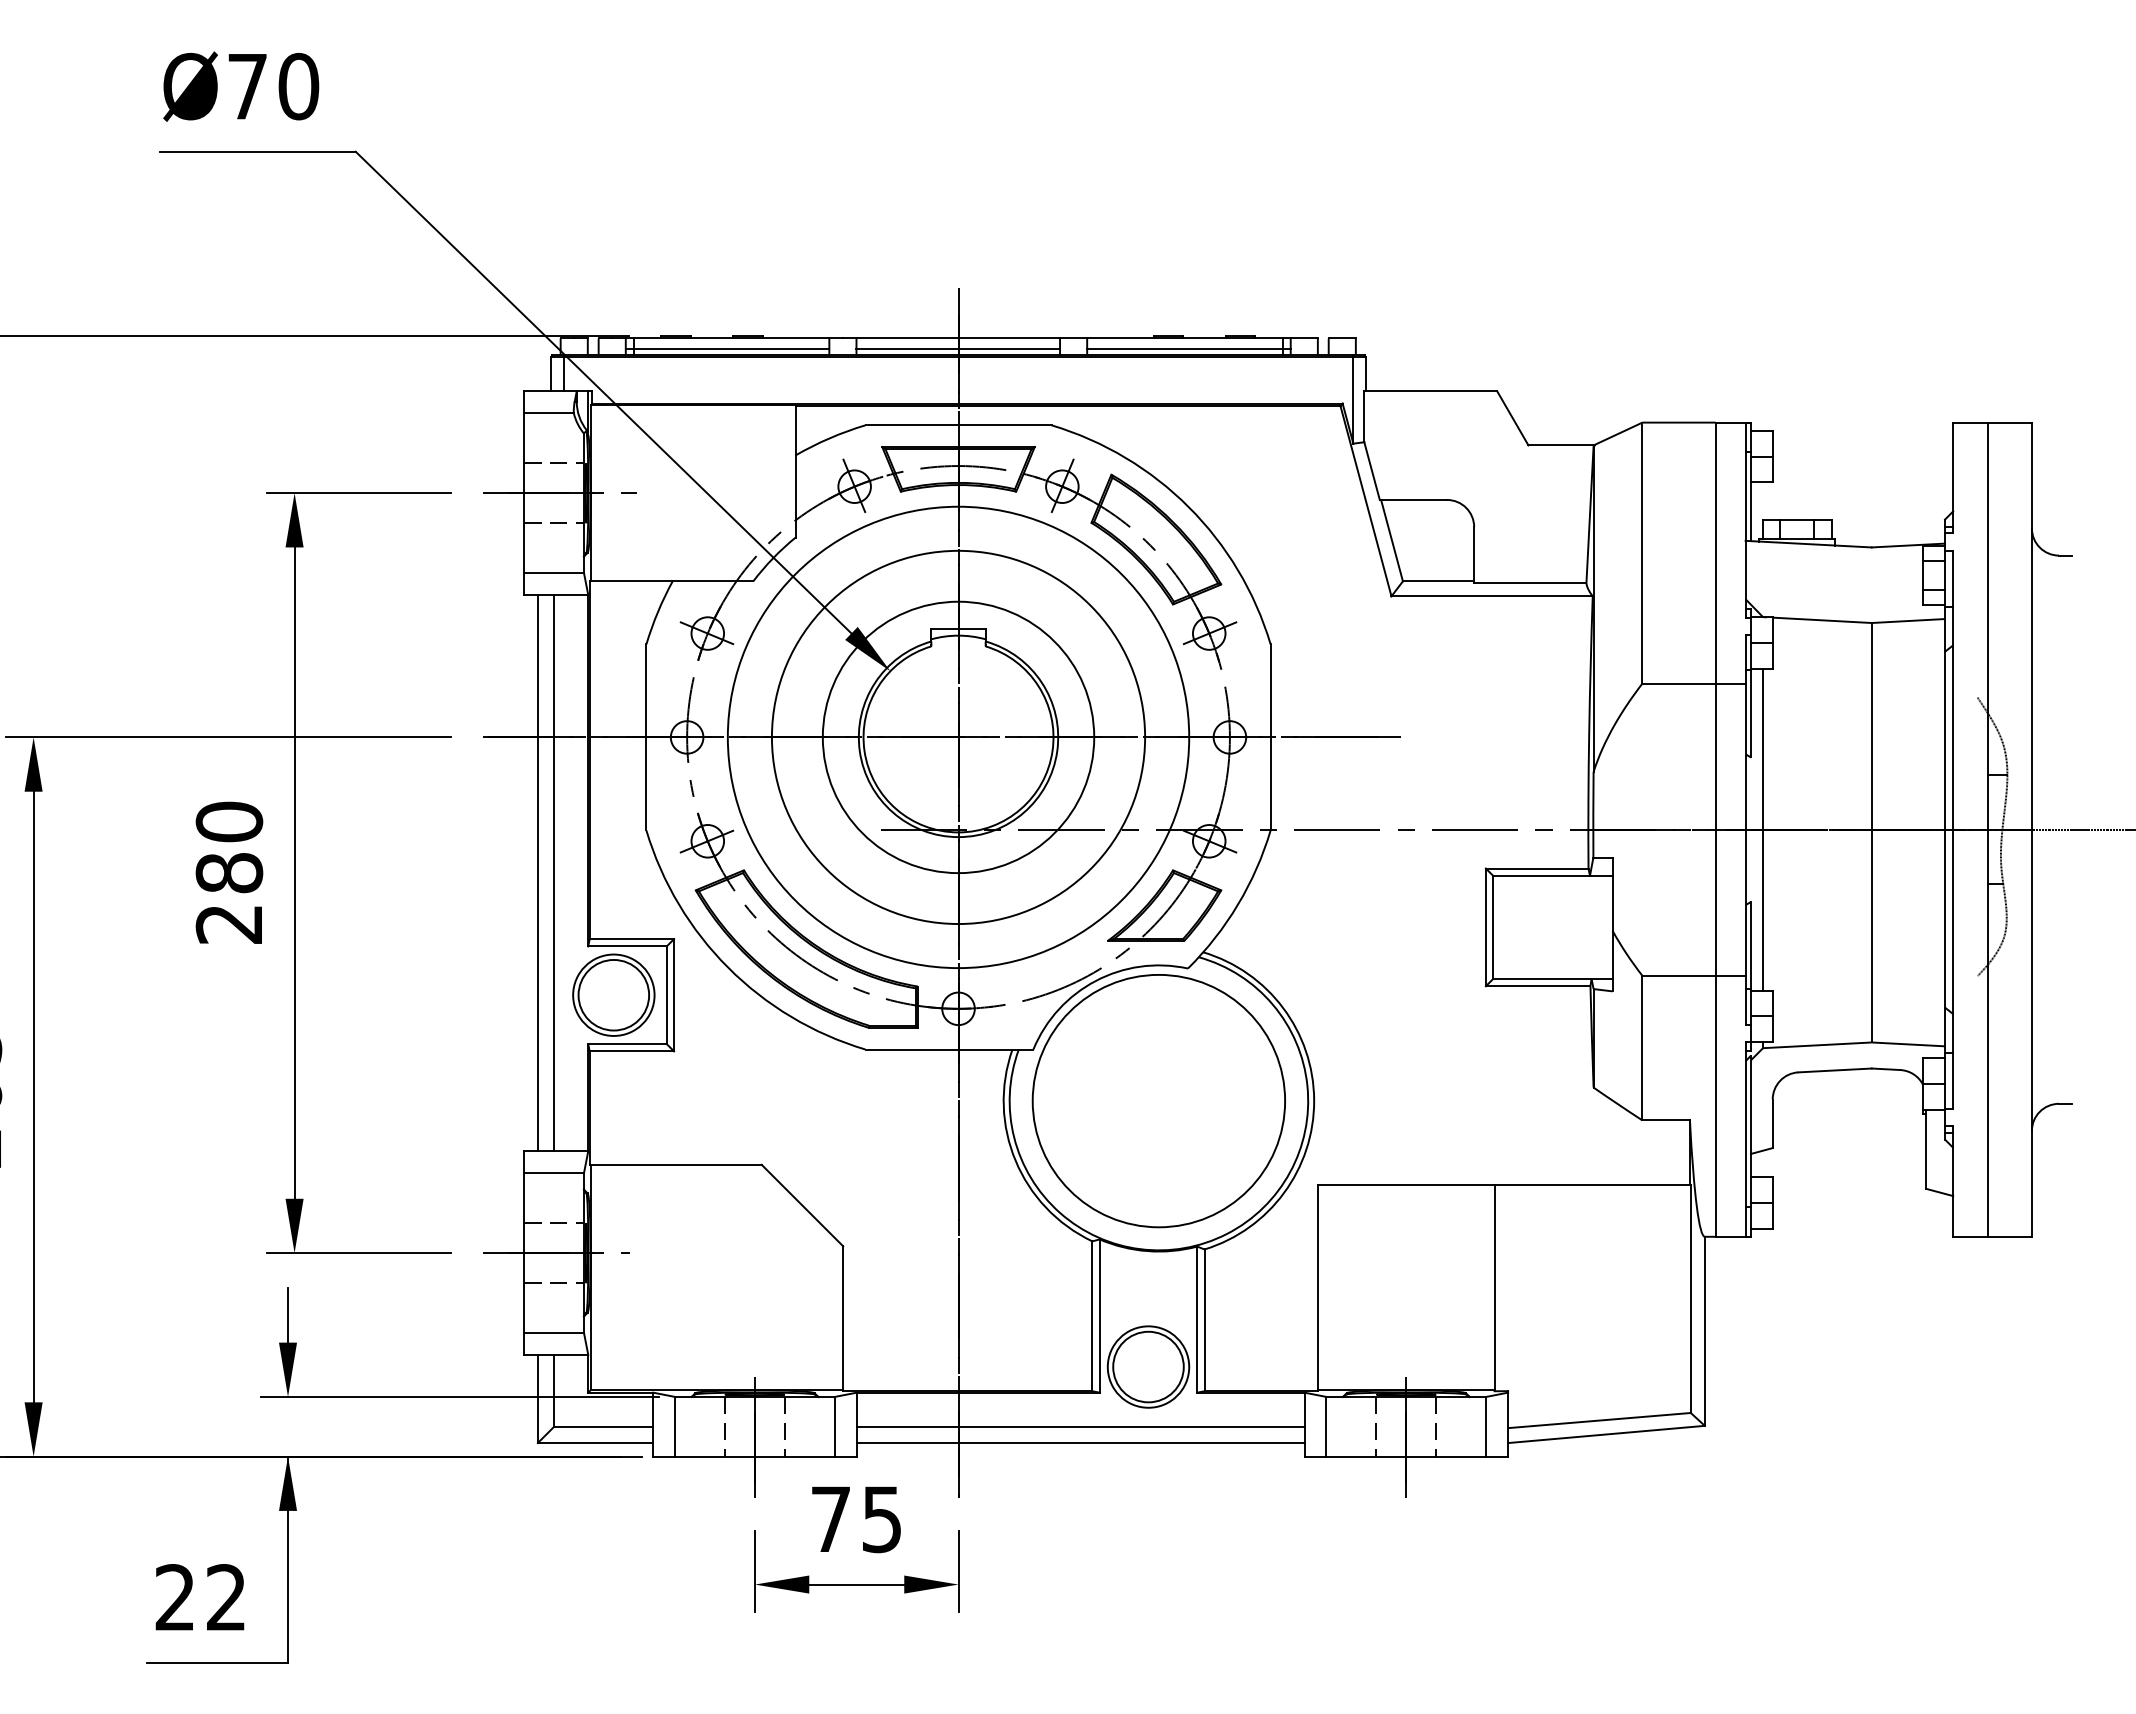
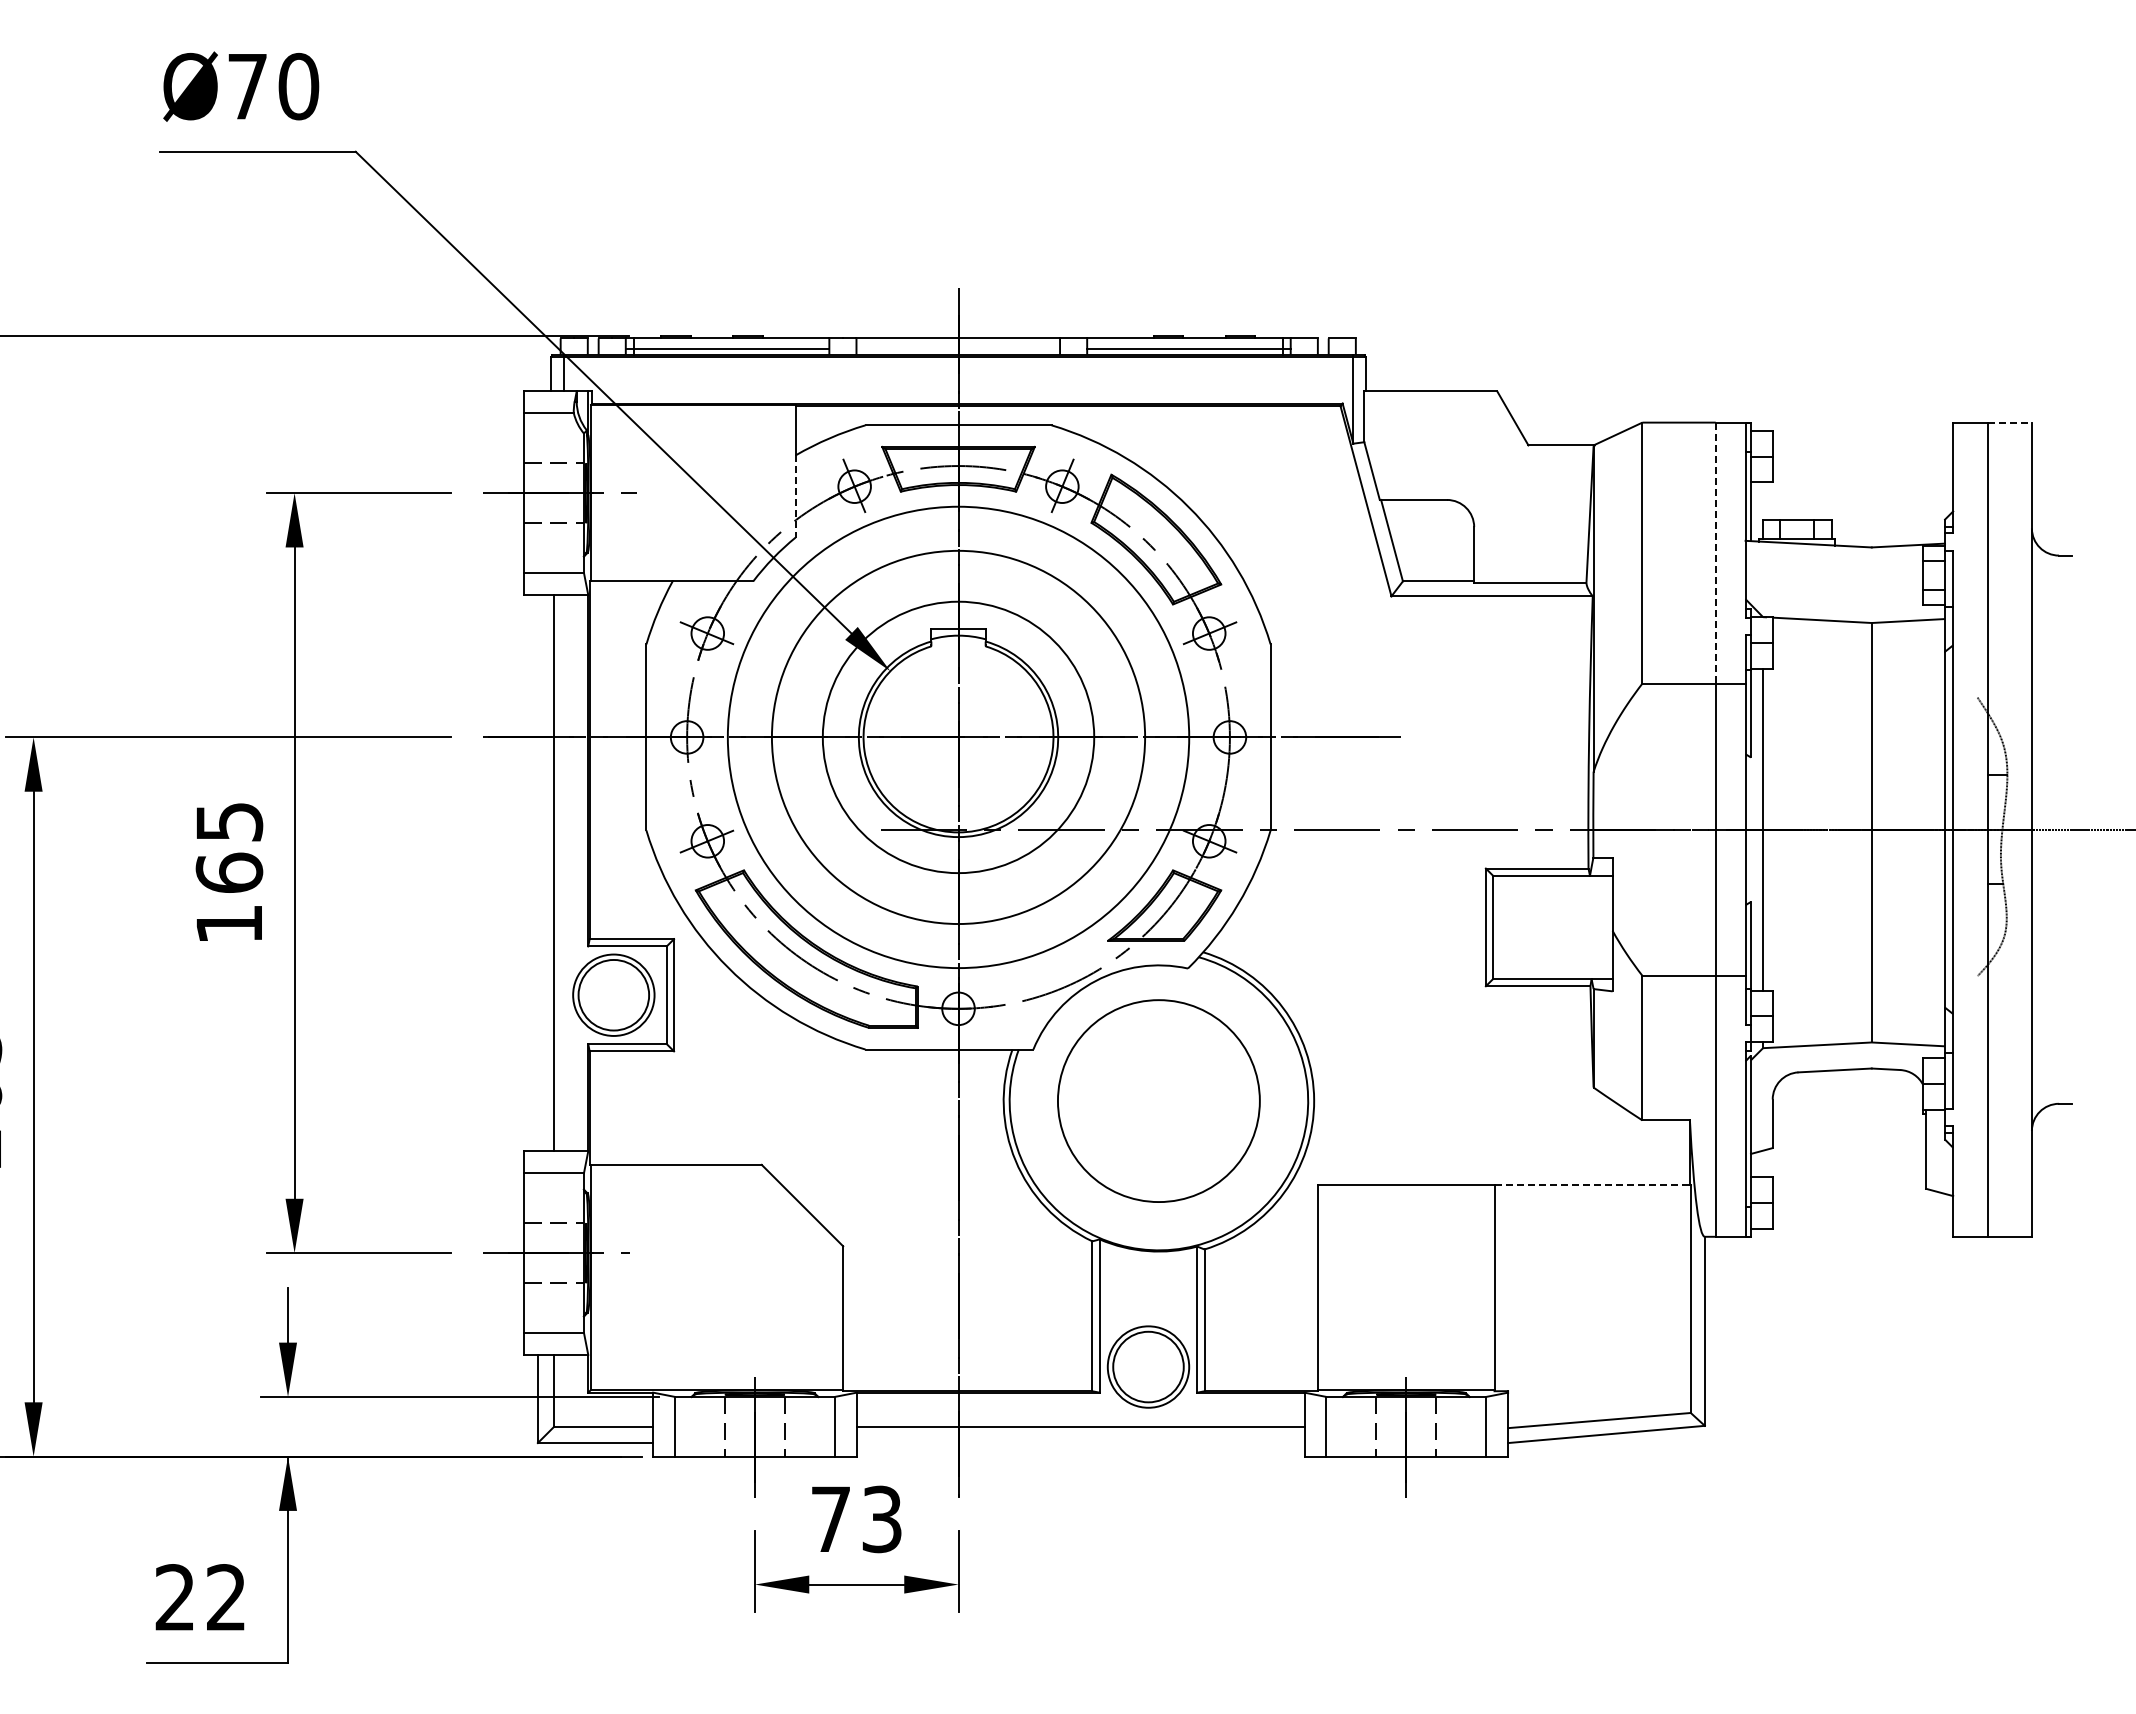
line at (958, 349): present -> none
line at (2010, 422): solid -> dashed
line at (795, 496): solid -> dashed
line at (1715, 553): solid -> dashed
text at (229, 872): 280 -> 165
line at (537, 872): present -> none
circle at (1158, 1100) diameter: 252 px -> 202 px
line at (1592, 1185): solid -> dashed
line at (1080, 1443): present -> none
text at (882, 1518): 75 -> 73
